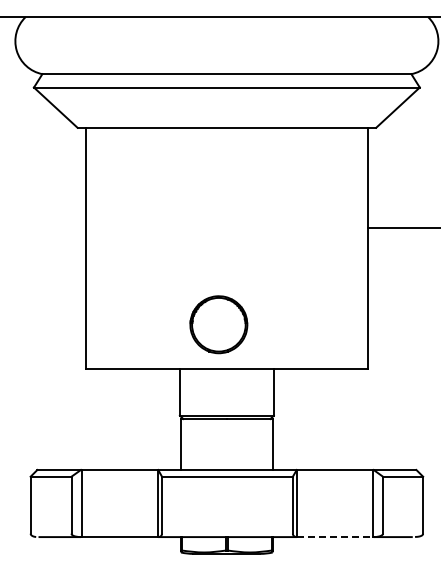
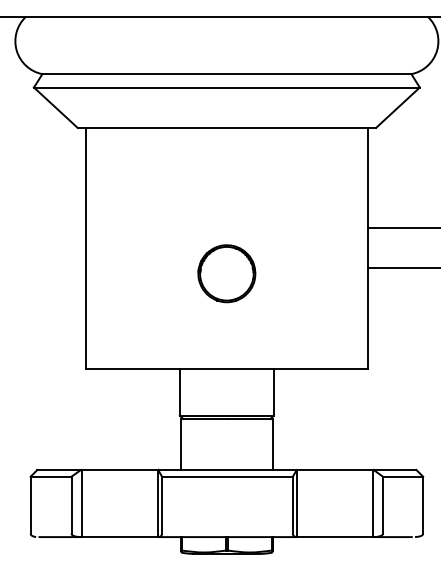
line at (402, 268): none -> present
part at (218, 324) position: (218, 324) -> (226, 273)
line at (334, 537): dashed -> solid
